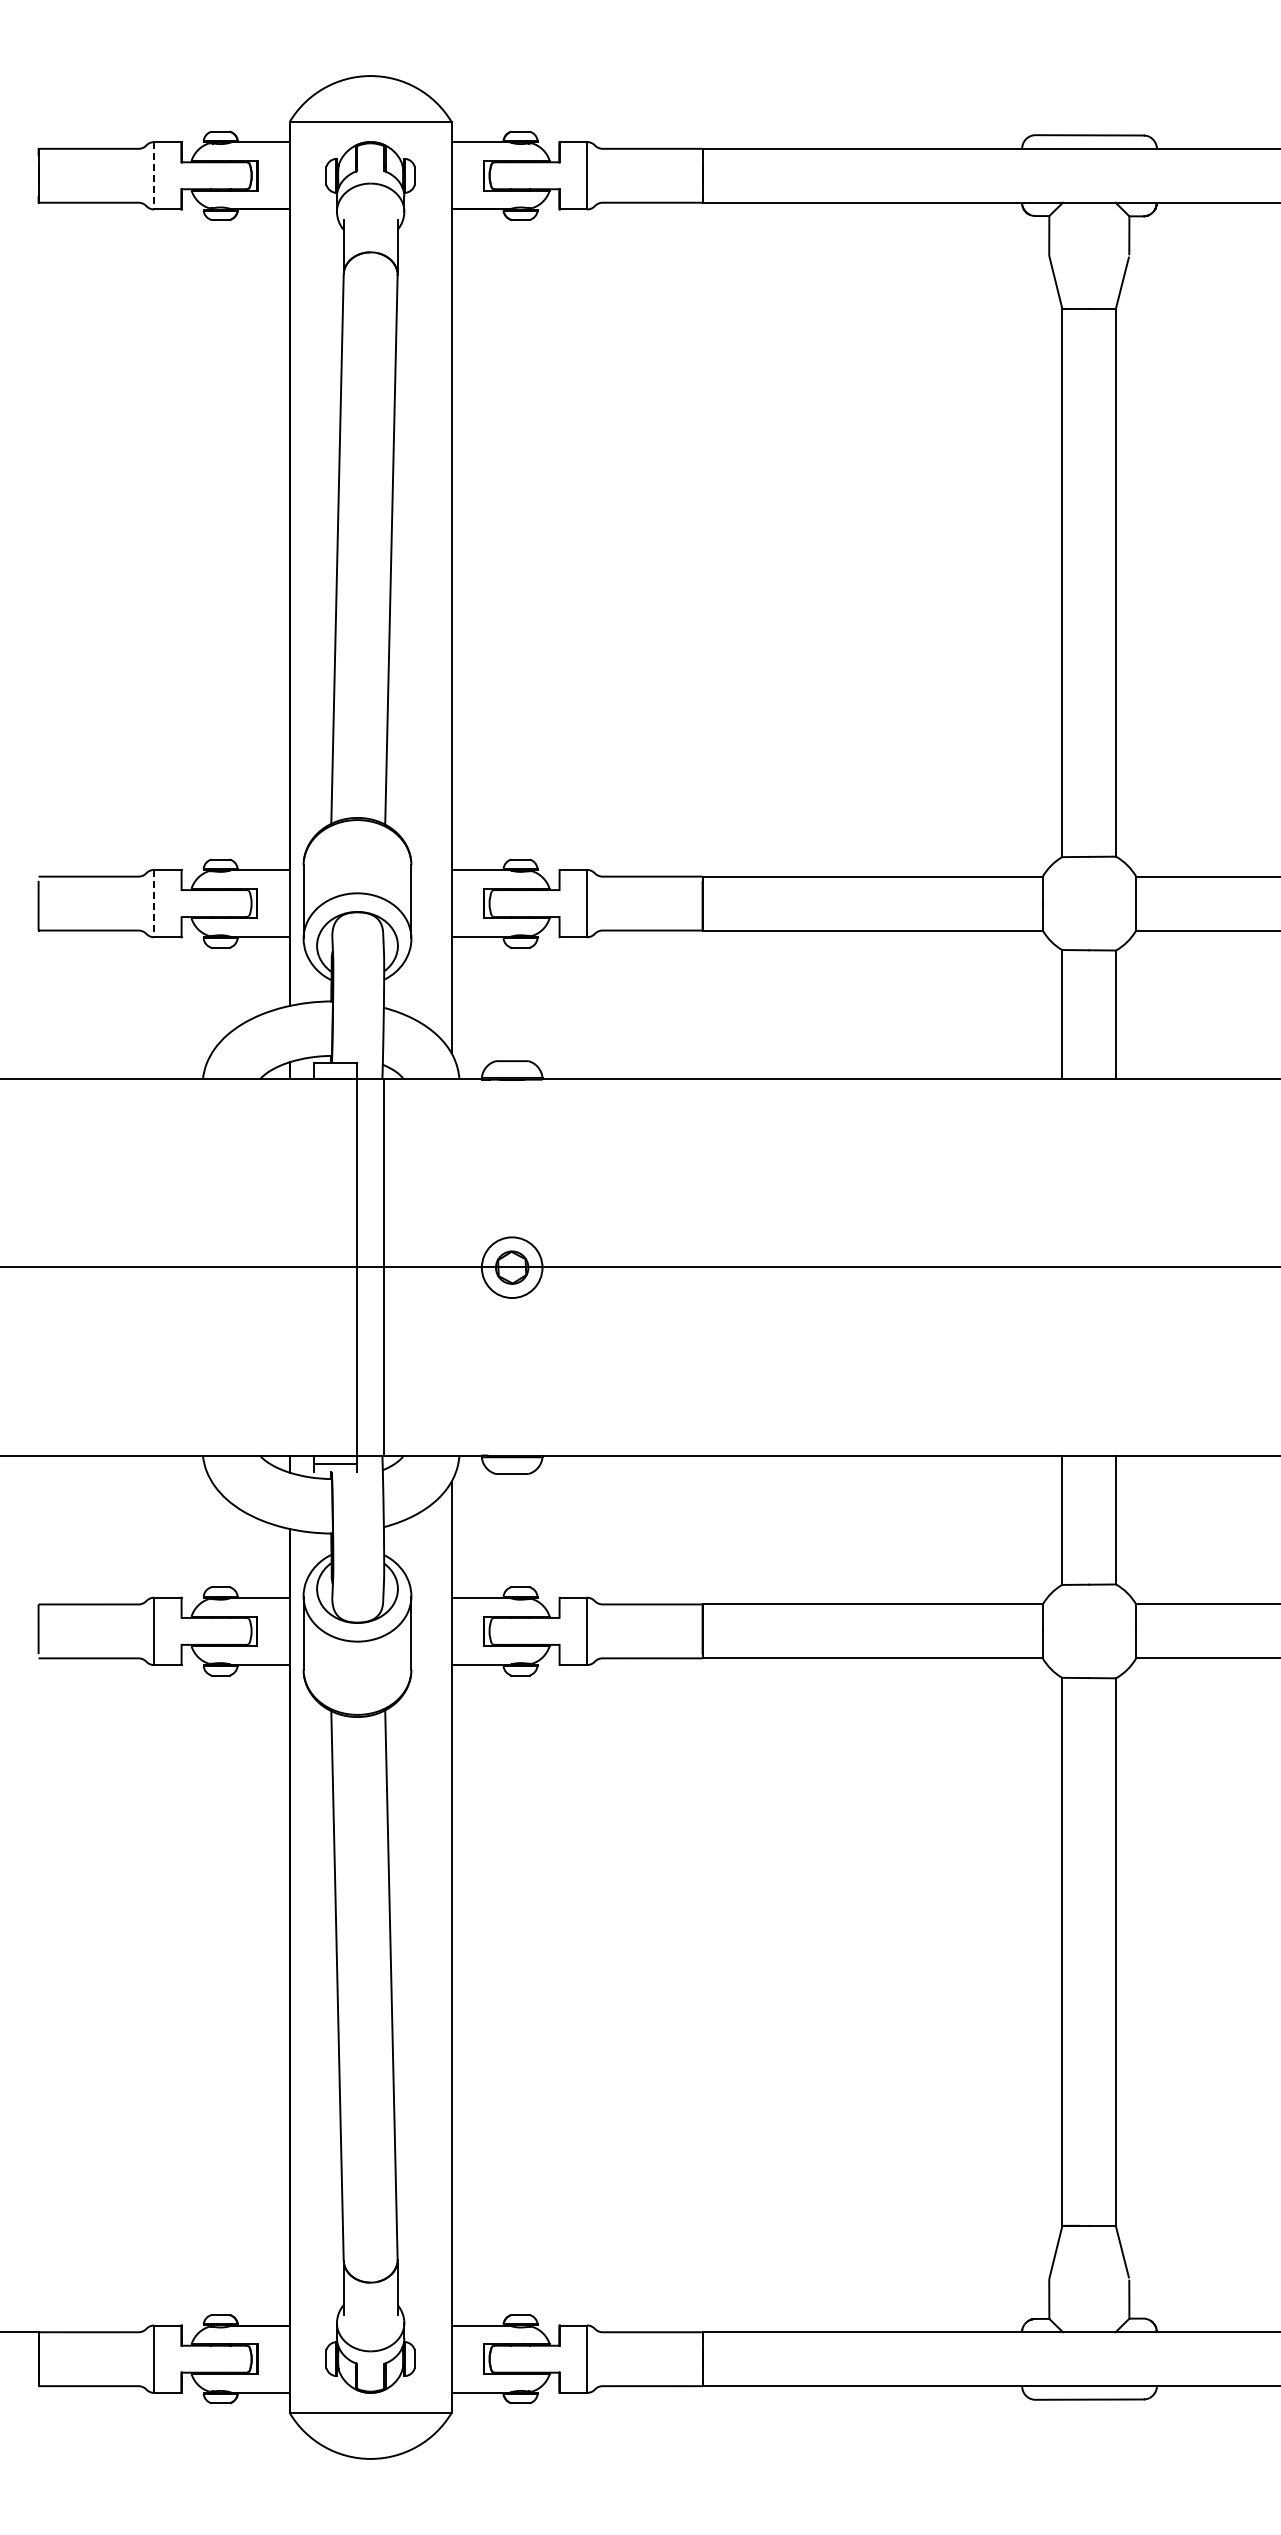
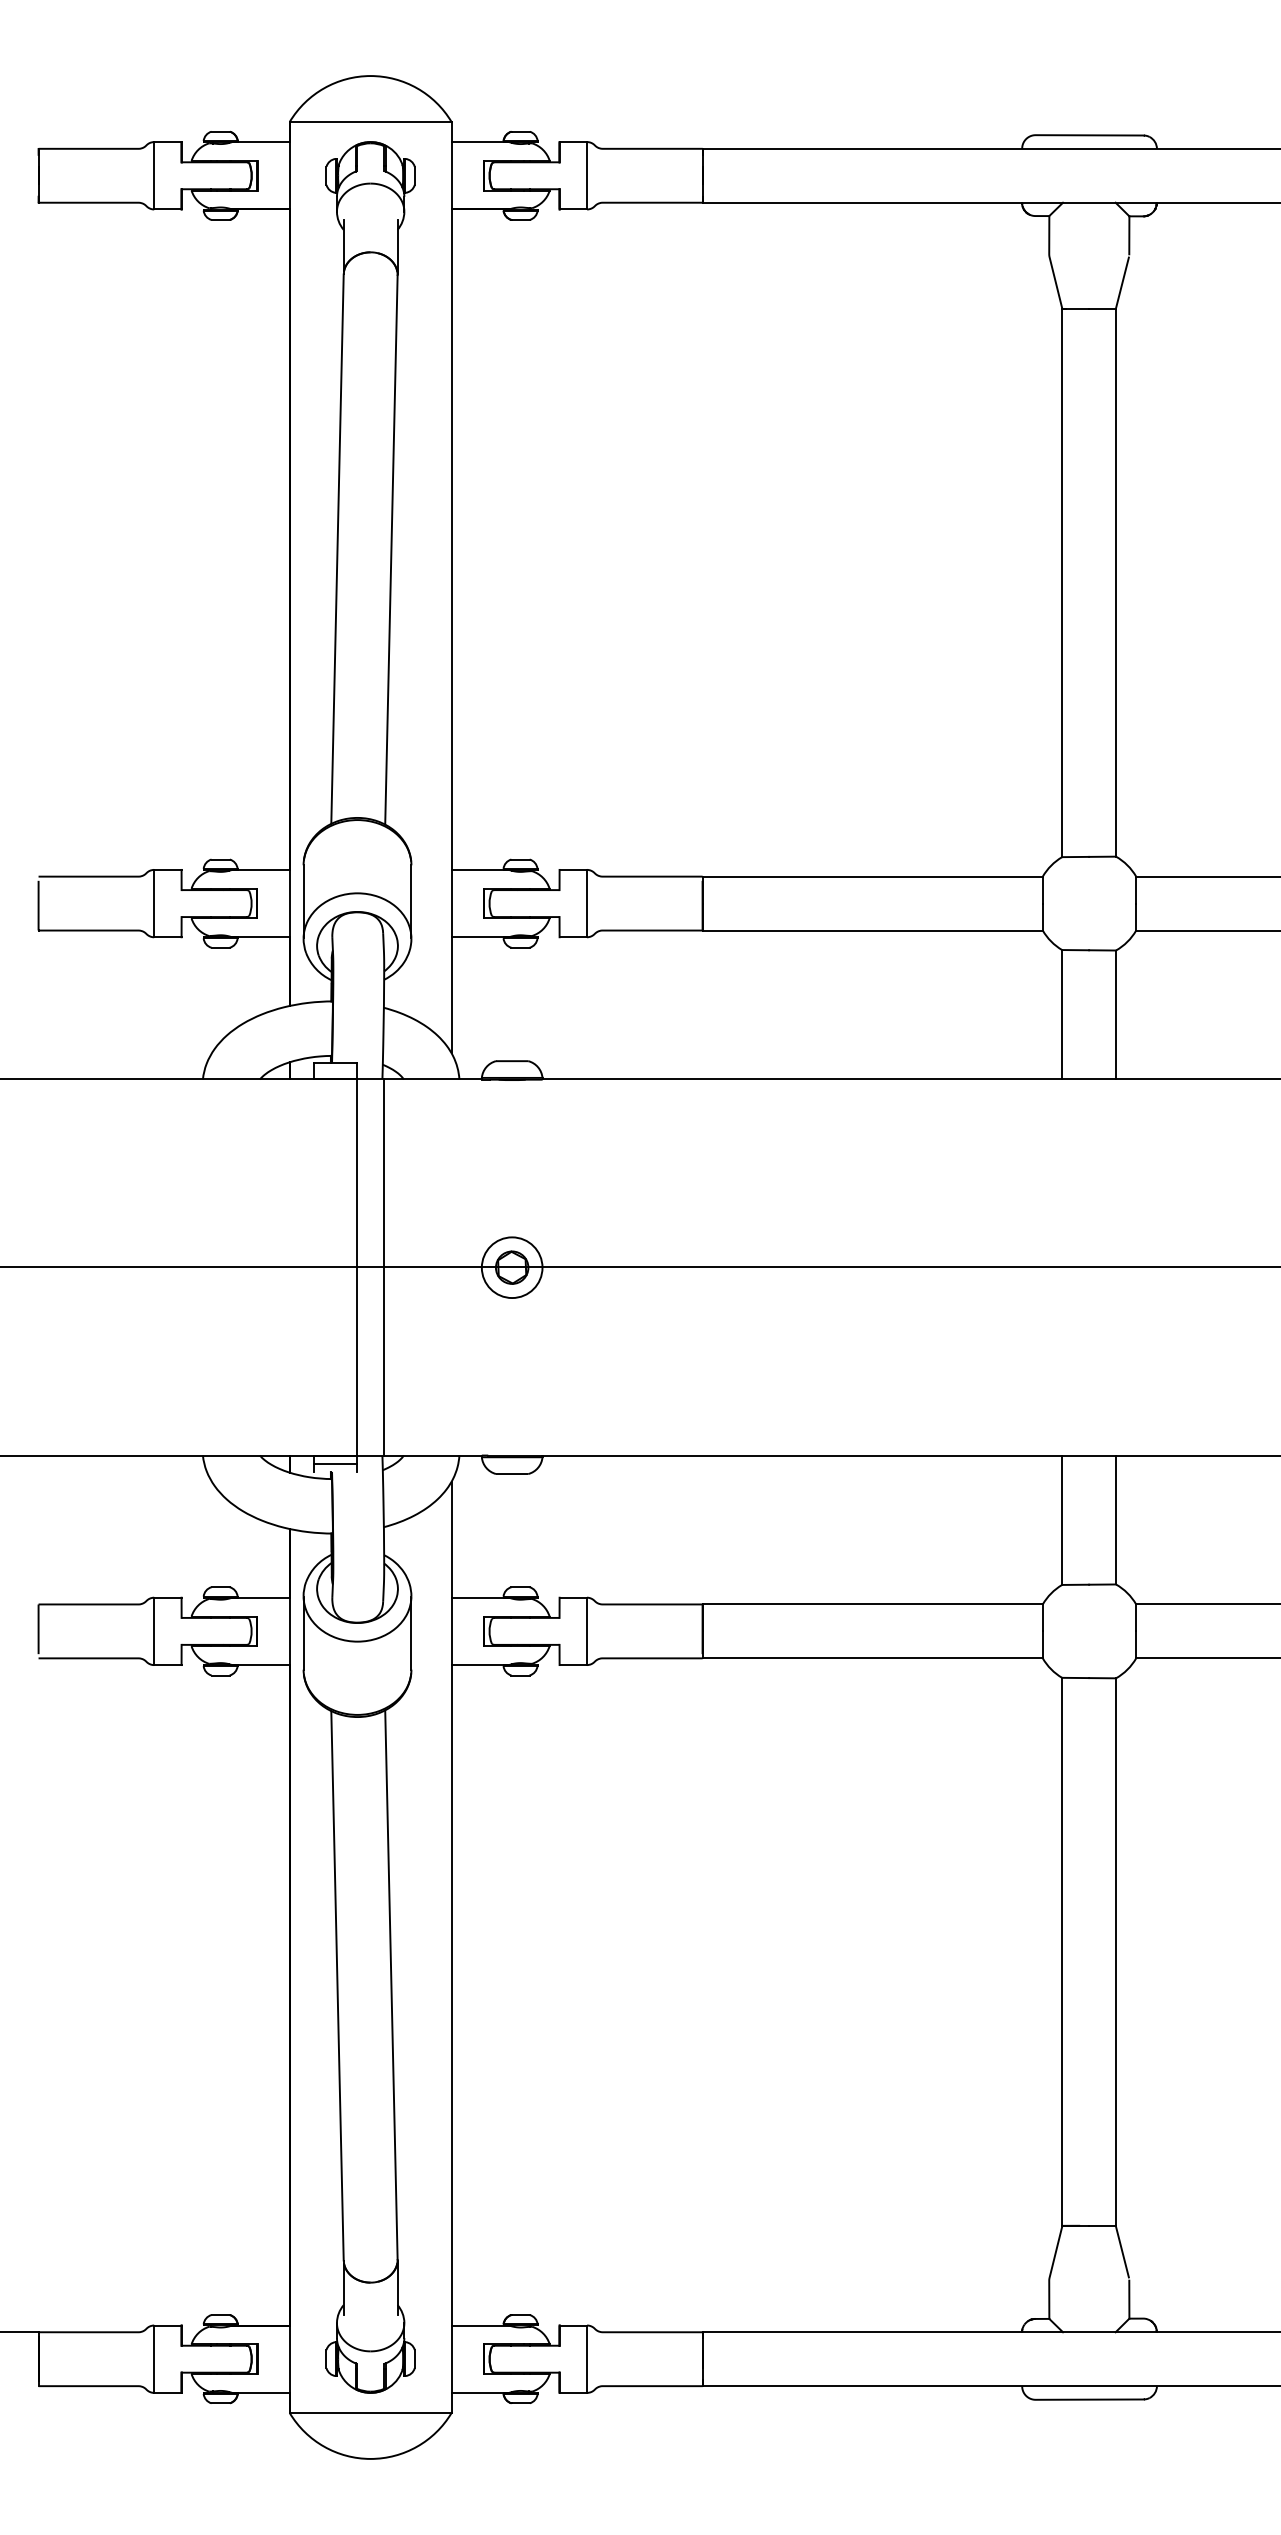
line at (154, 175): dashed -> solid
line at (154, 903): dashed -> solid
